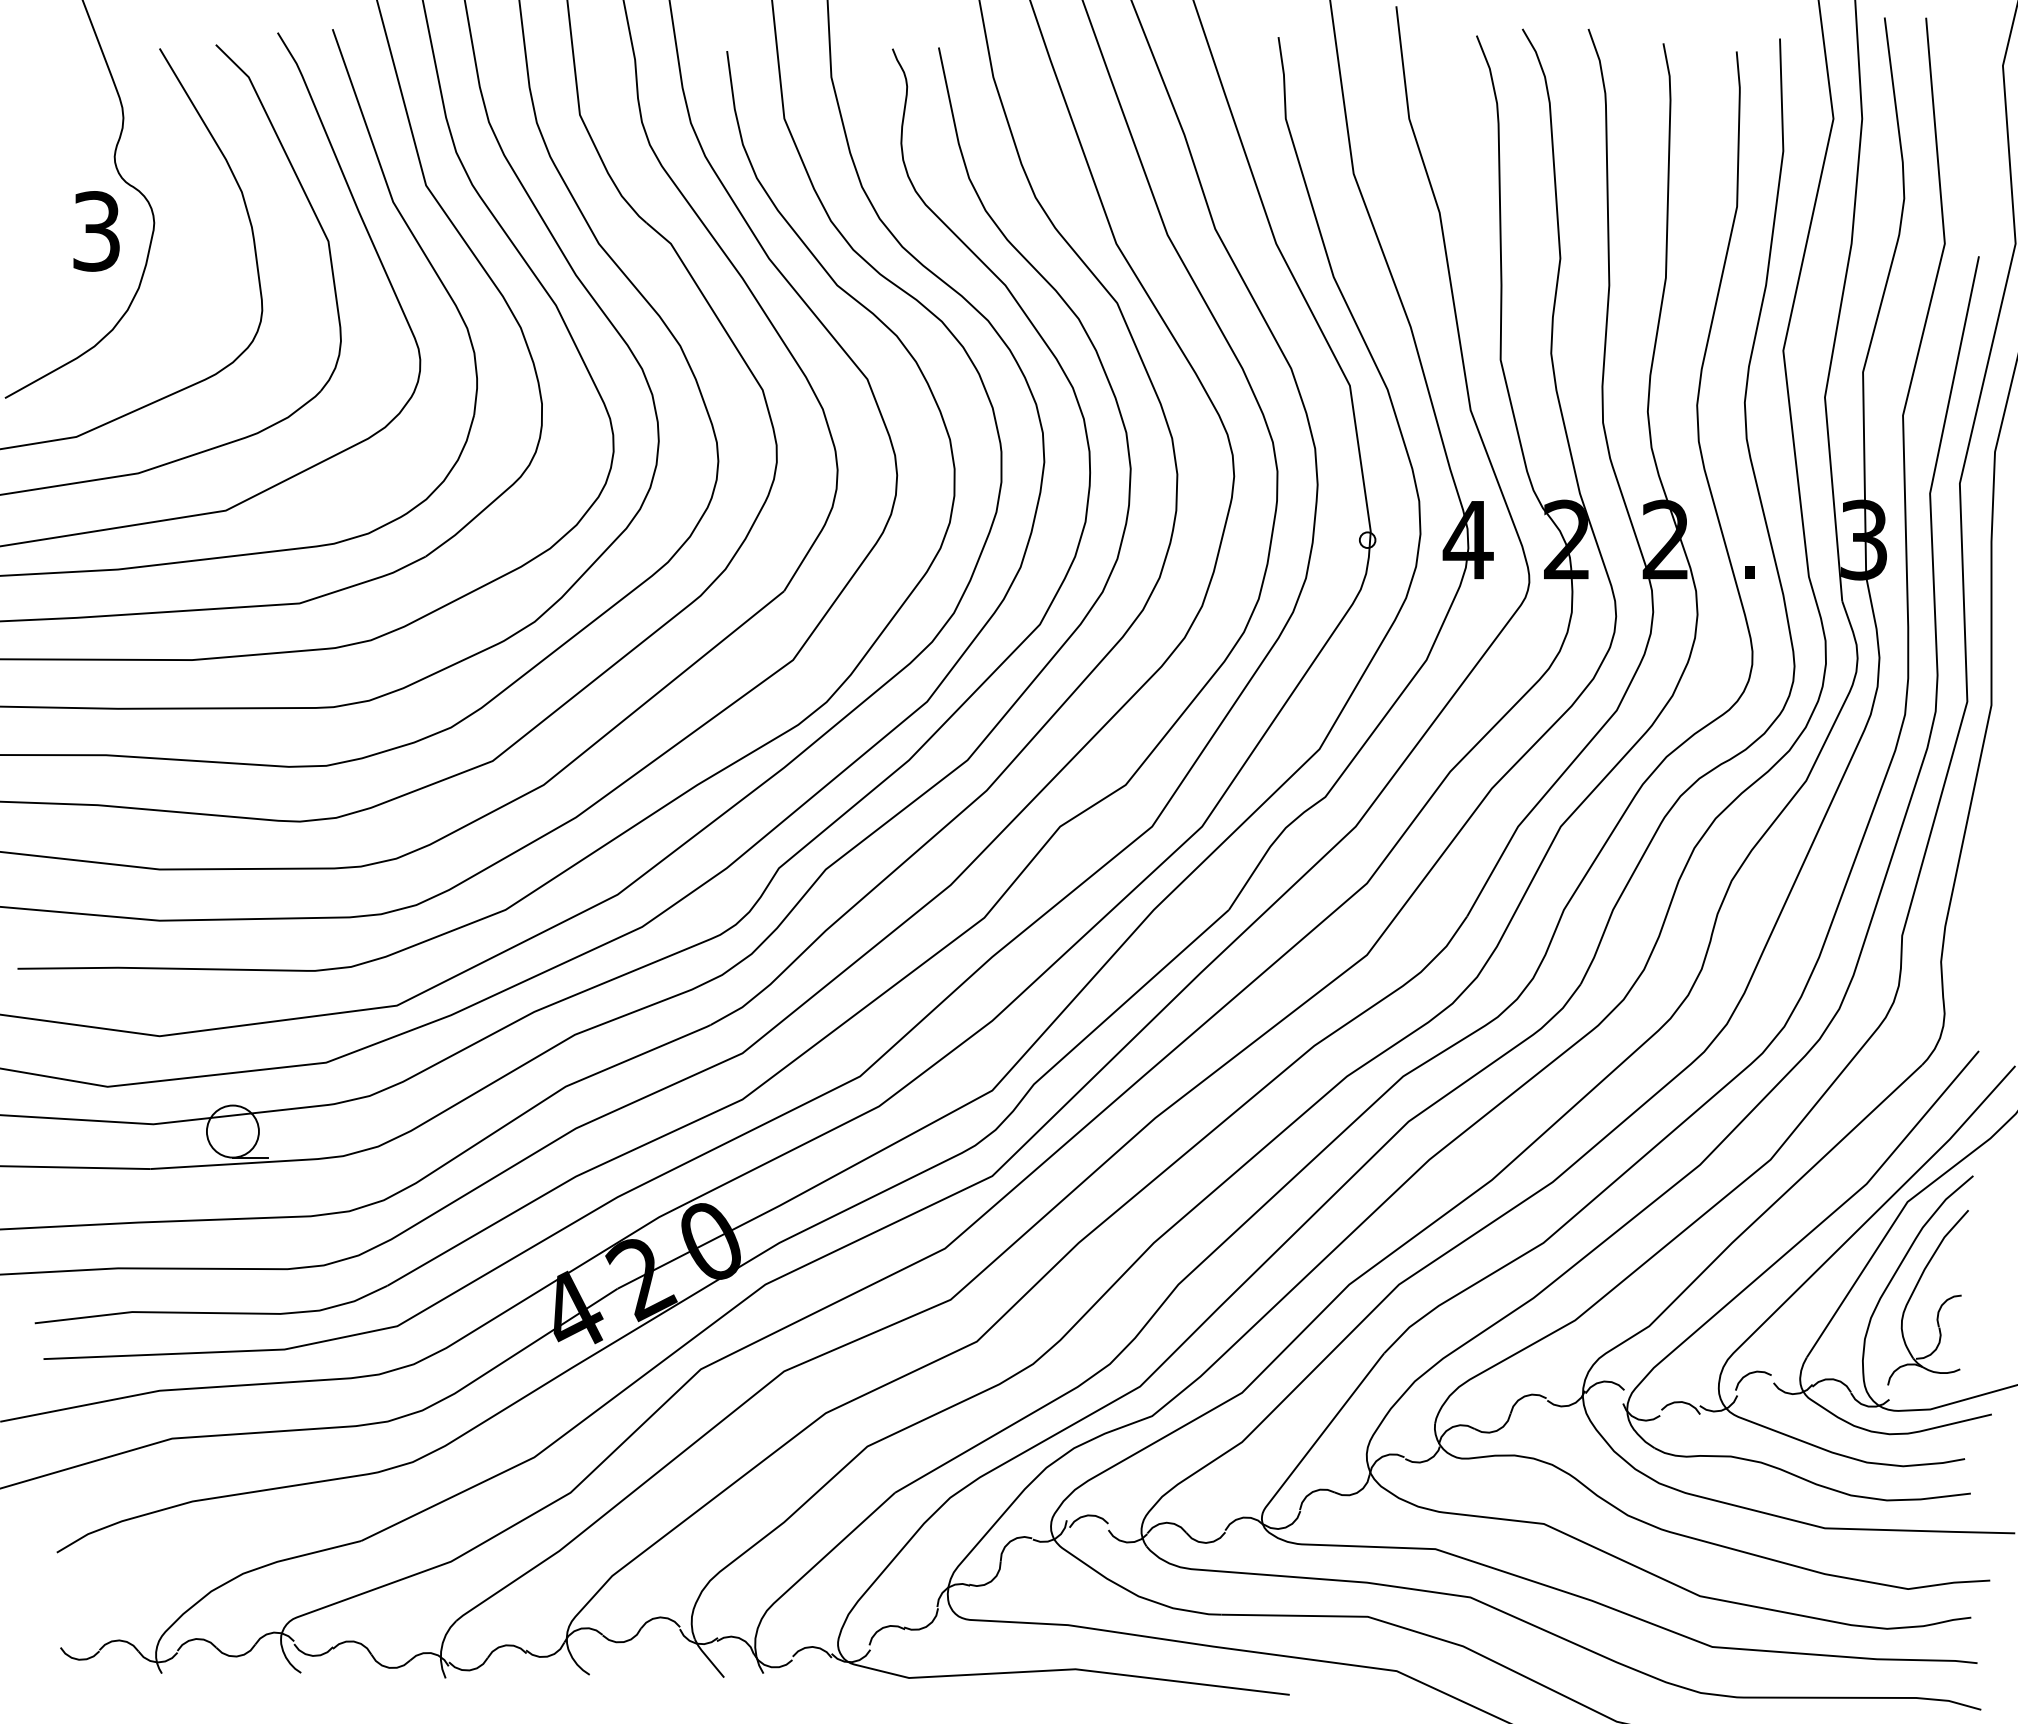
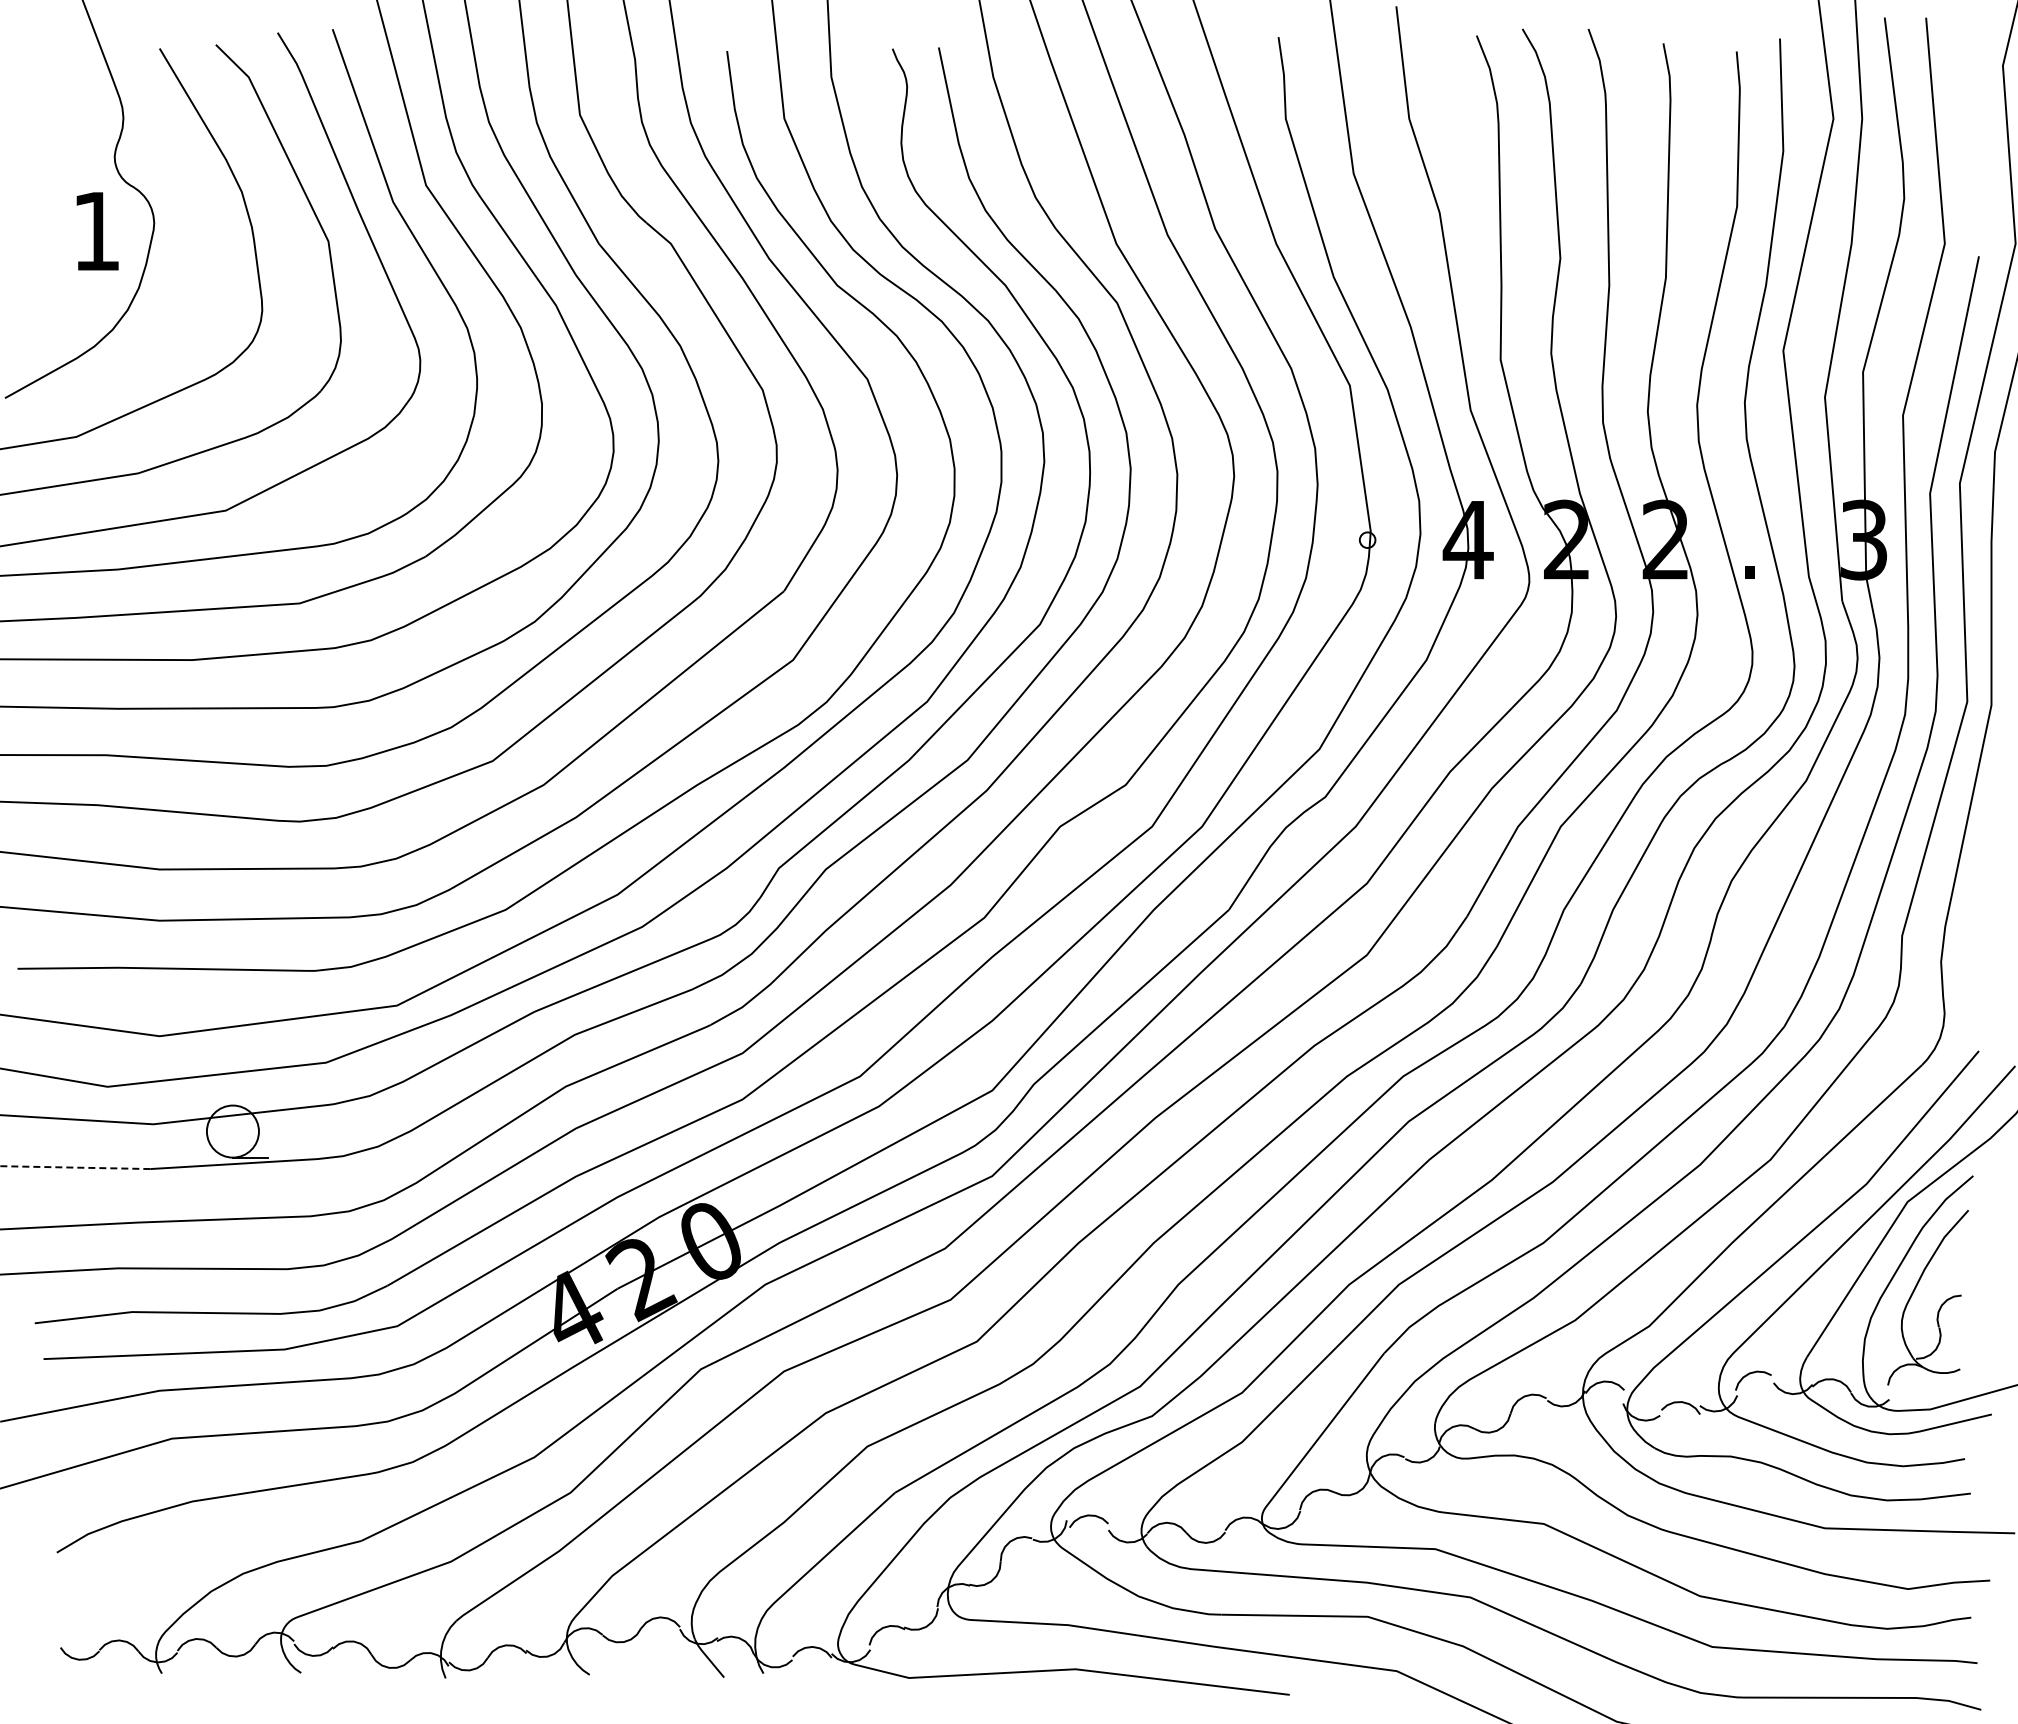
text at (96, 231): 3 -> 1
line at (75, 1167): solid -> dashed
